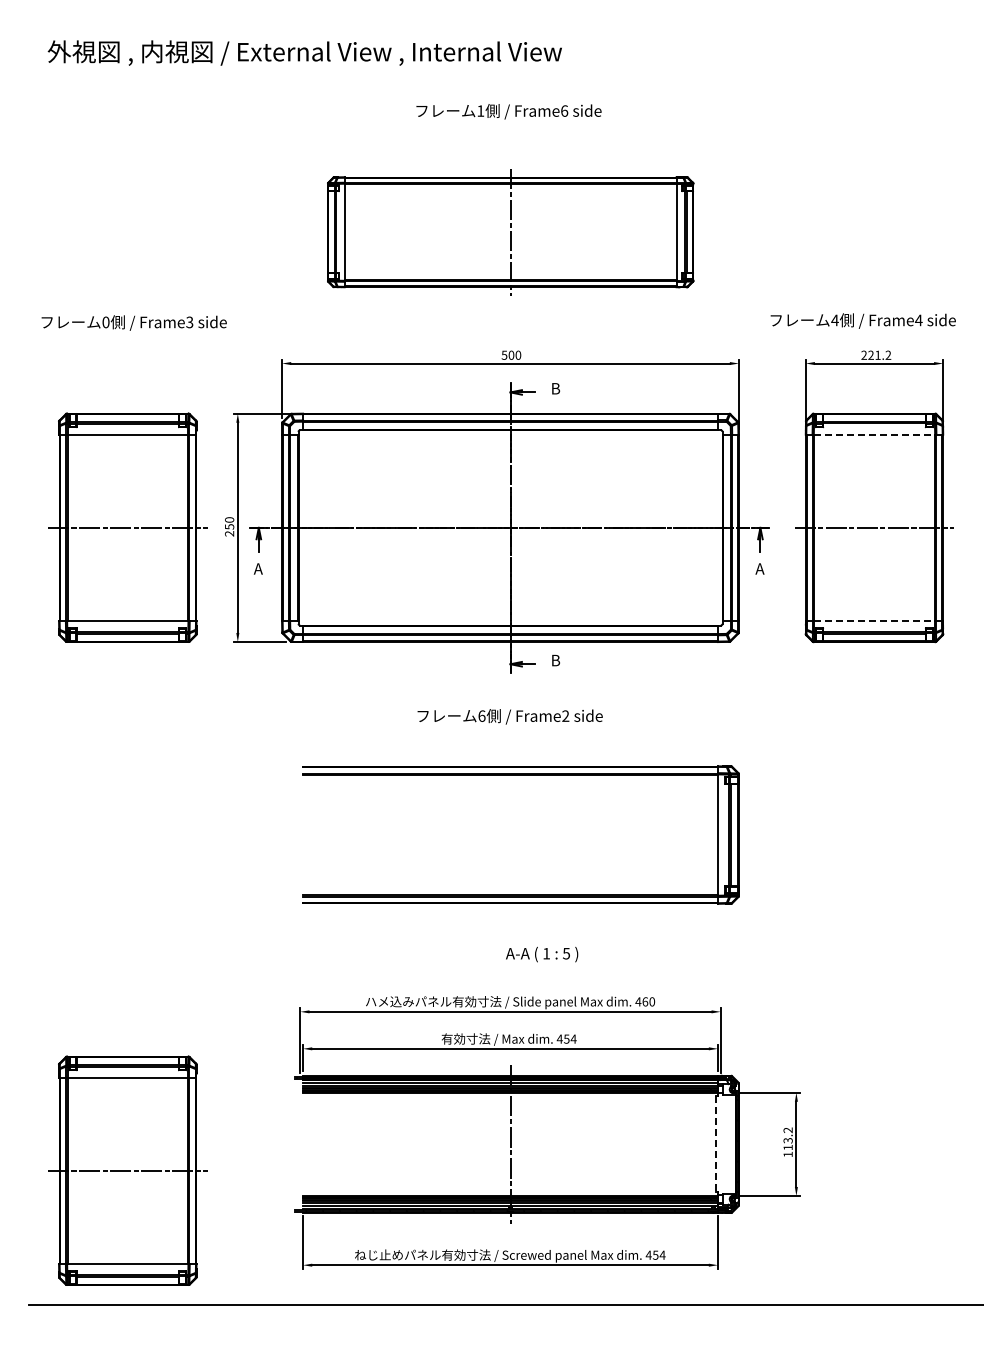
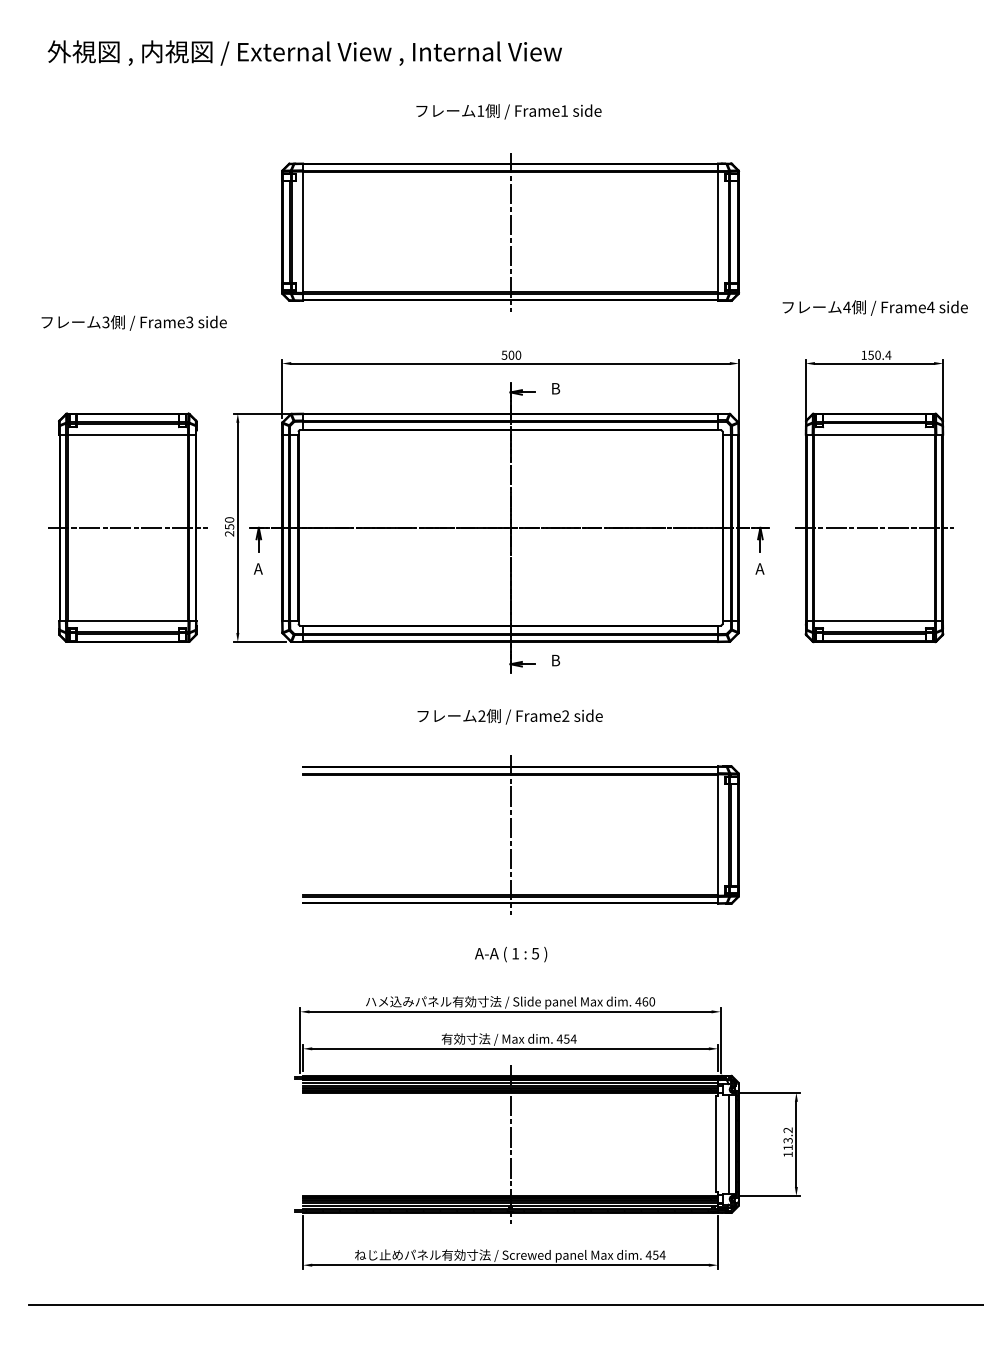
text at (564, 110): Frame6 -> Frame1
part at (510, 232) size: 368x127 px -> 460x159 px
text at (862, 320) position: (862, 320) -> (874, 307)
text at (105, 322): 0 -> 3
text at (876, 354): 221.2 -> 150.4
line at (874, 434): dashed -> solid
line at (874, 621): dashed -> solid
text at (481, 715): 6 -> 2
line at (510, 834): none -> present
text at (542, 954) position: (542, 954) -> (511, 954)
line at (716, 1144): dashed -> solid
line at (728, 1144): none -> present
part at (127, 1170): present -> none
